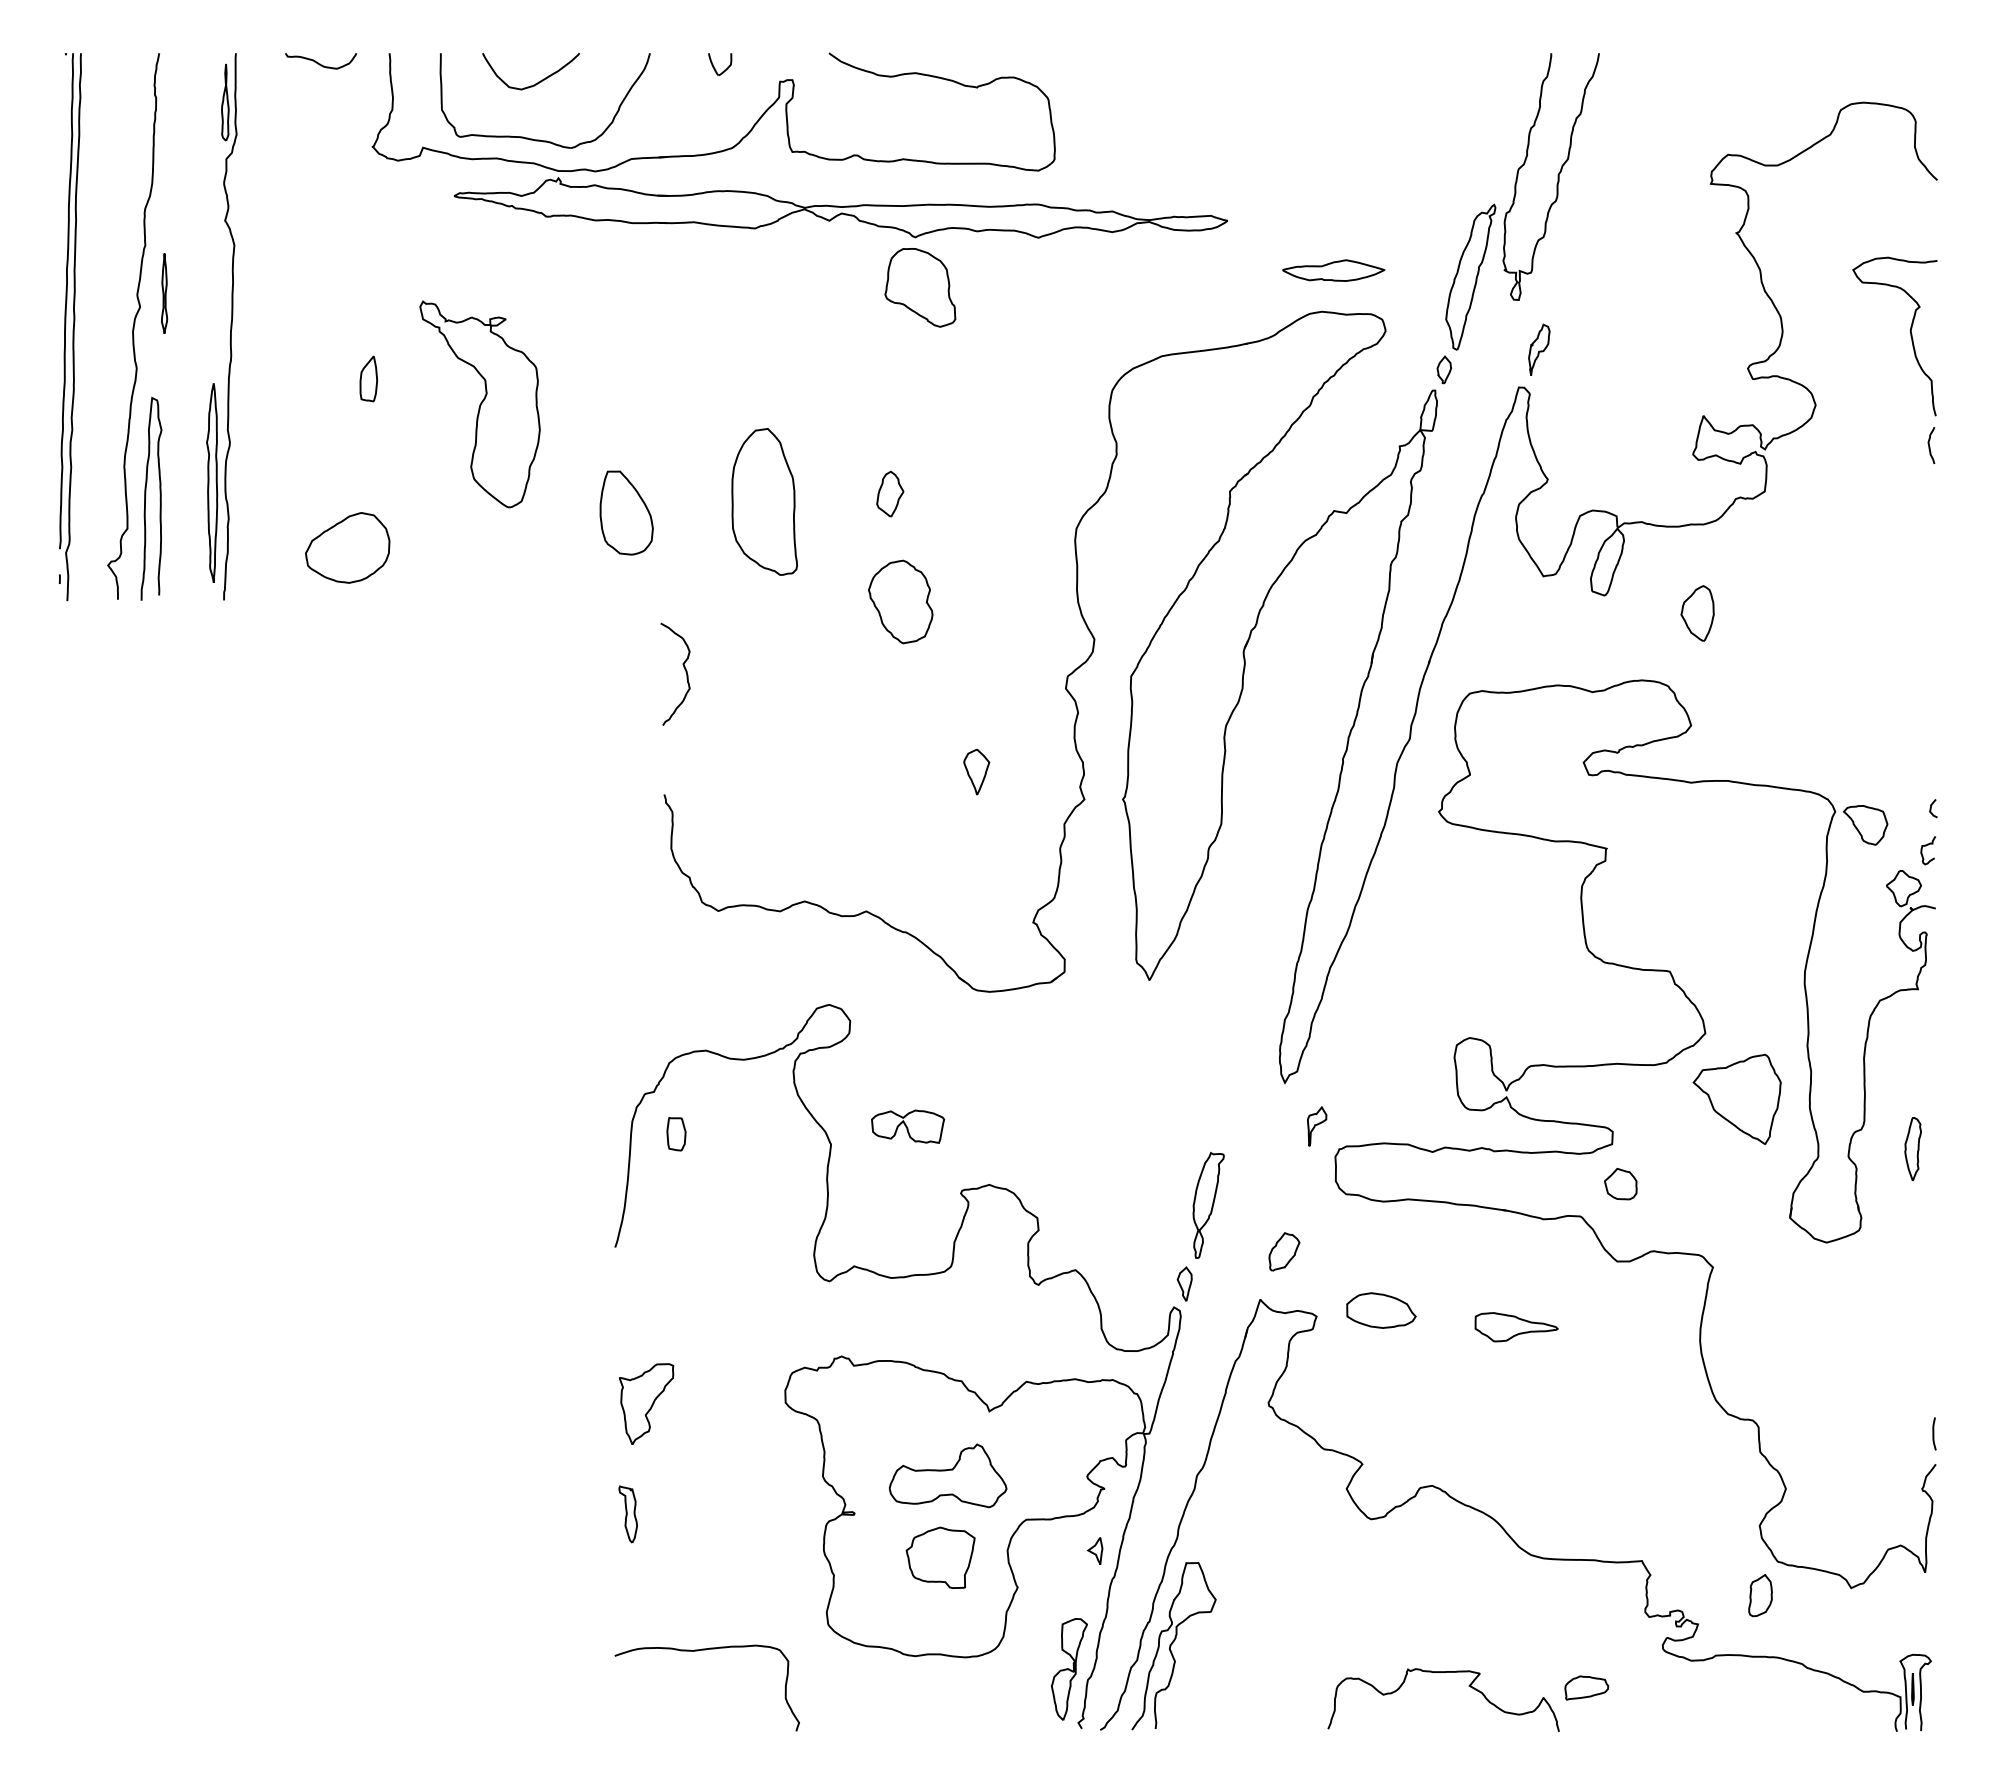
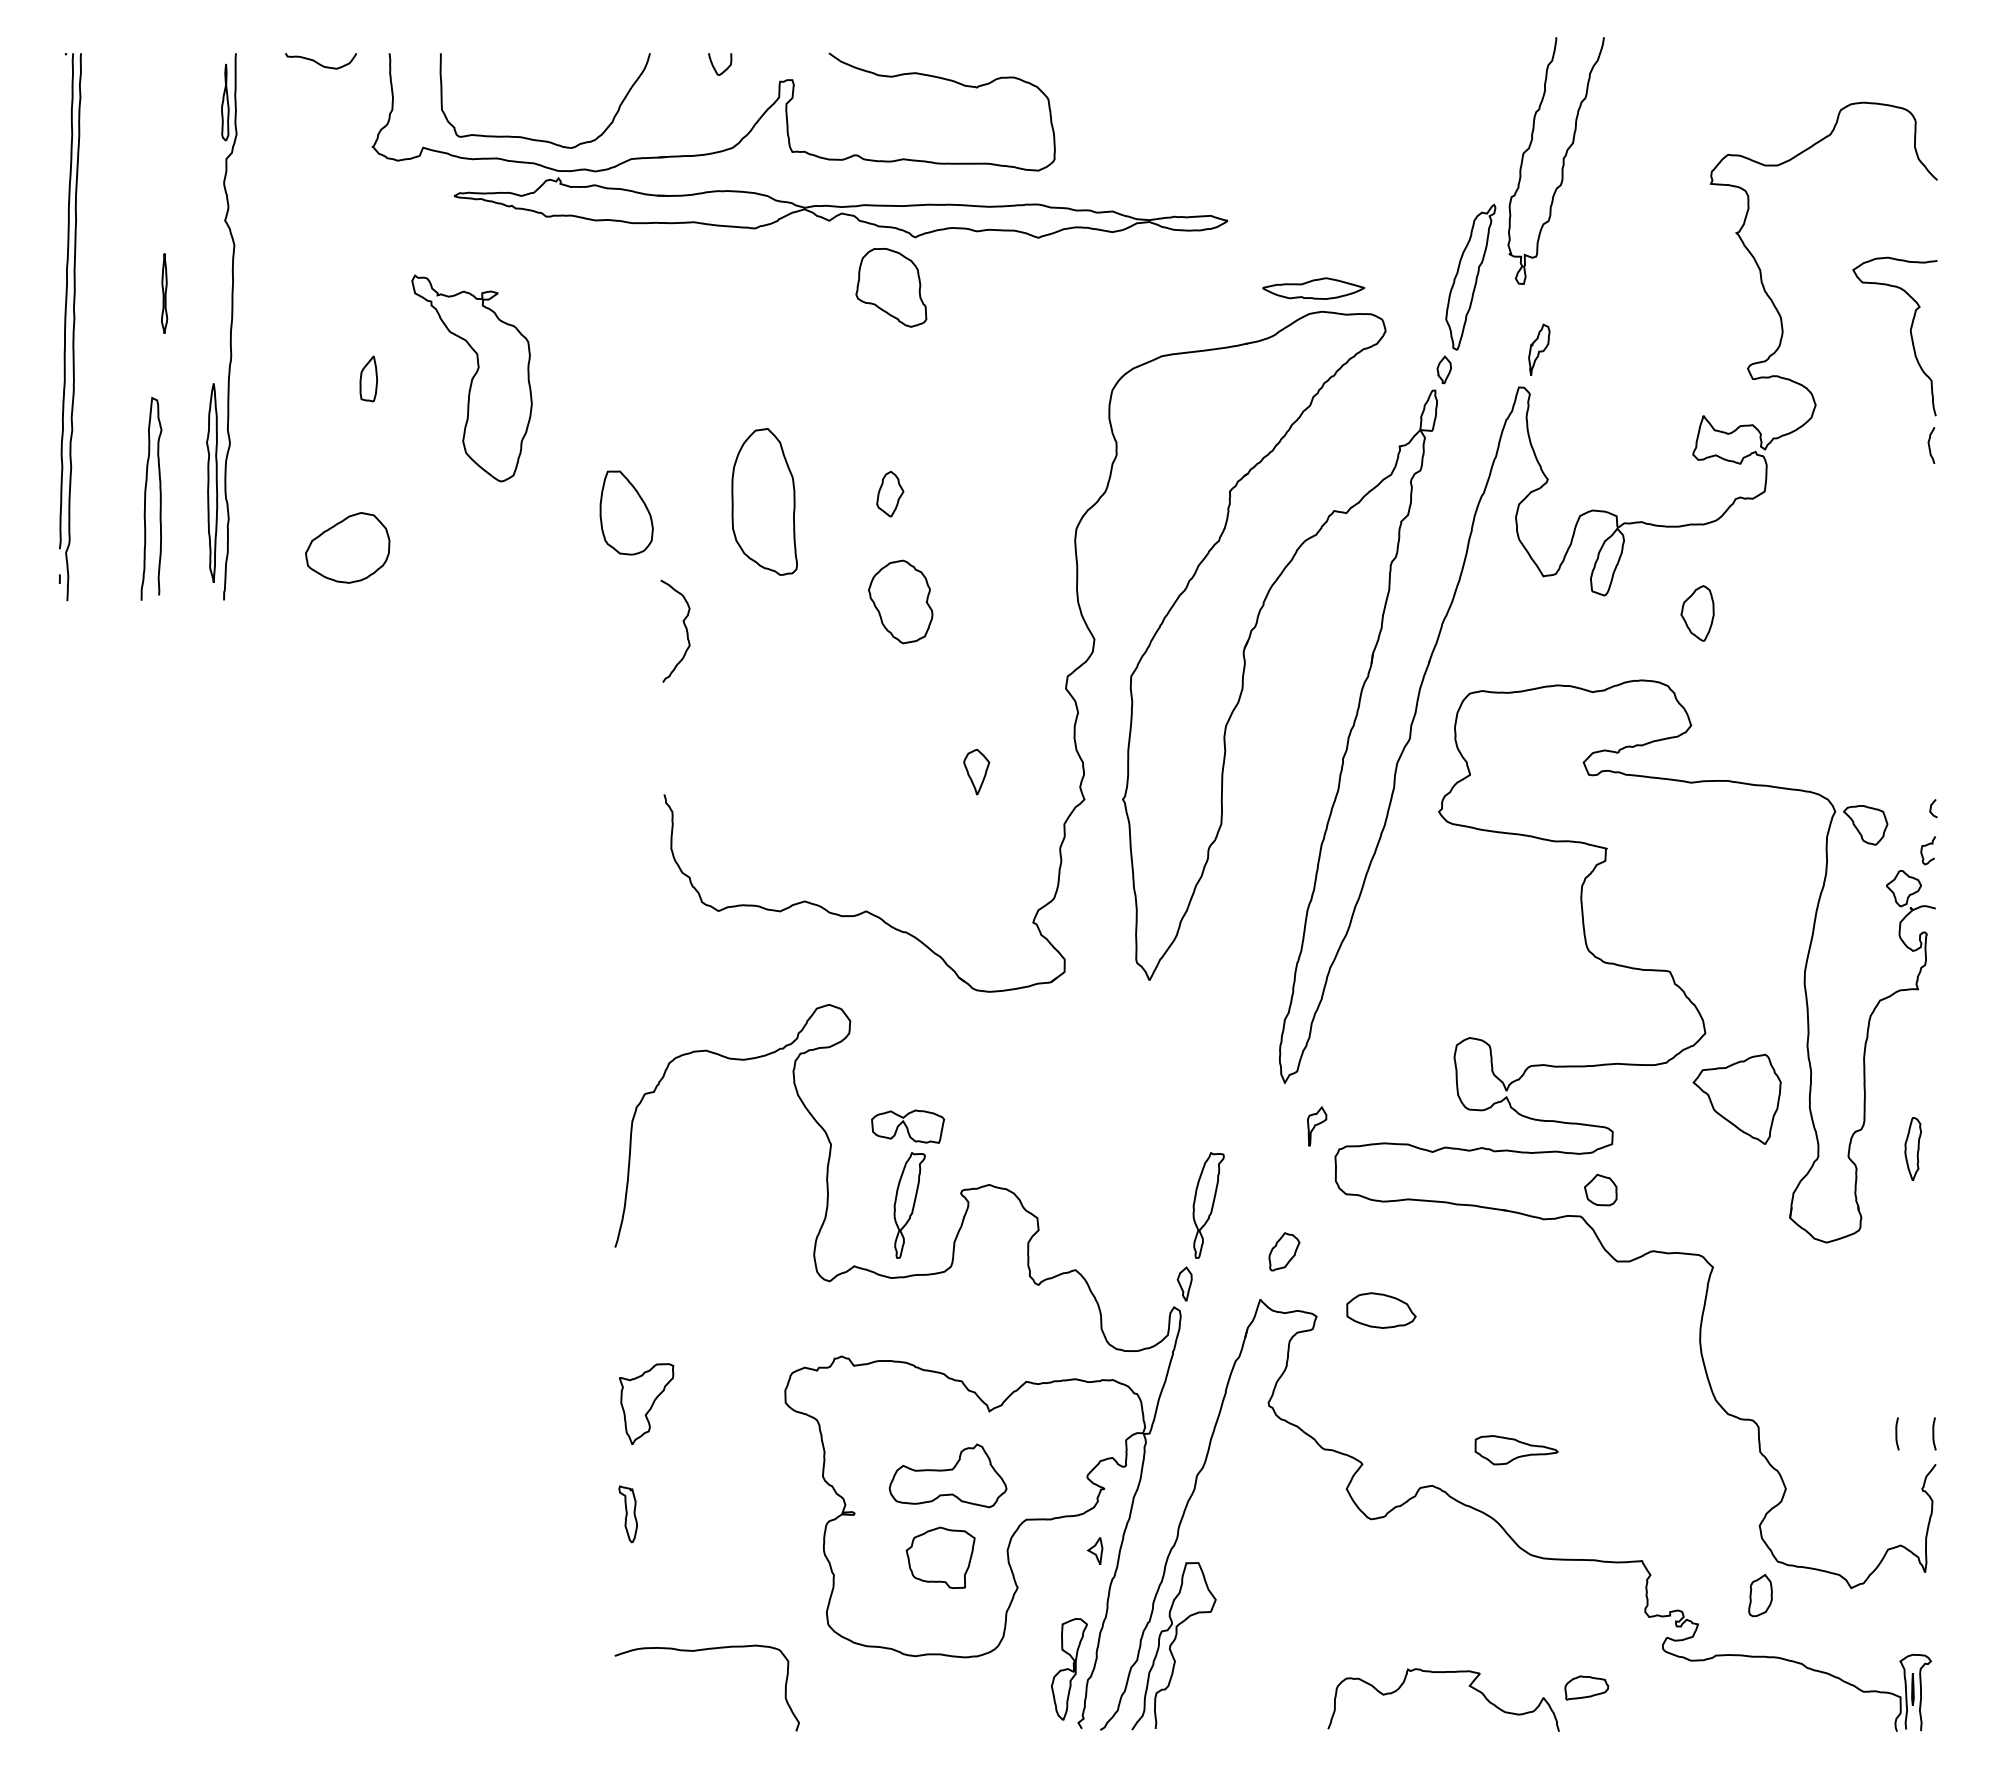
curve at (538, 81): present -> none
curve at (1557, 176) position: (1557, 176) -> (1562, 160)
part at (1333, 270) position: (1333, 270) -> (1313, 288)
part at (920, 287) position: (920, 287) -> (891, 287)
curve at (133, 326): present -> none
part at (479, 404) position: (479, 404) -> (471, 378)
curve at (684, 669) position: (684, 669) -> (684, 626)
part at (676, 1134): present -> none
part at (1620, 1183) position: (1620, 1183) -> (1600, 1189)
part at (909, 1205): none -> present
part at (1516, 1327) position: (1516, 1327) -> (1516, 1450)
curve at (1897, 1433): none -> present
